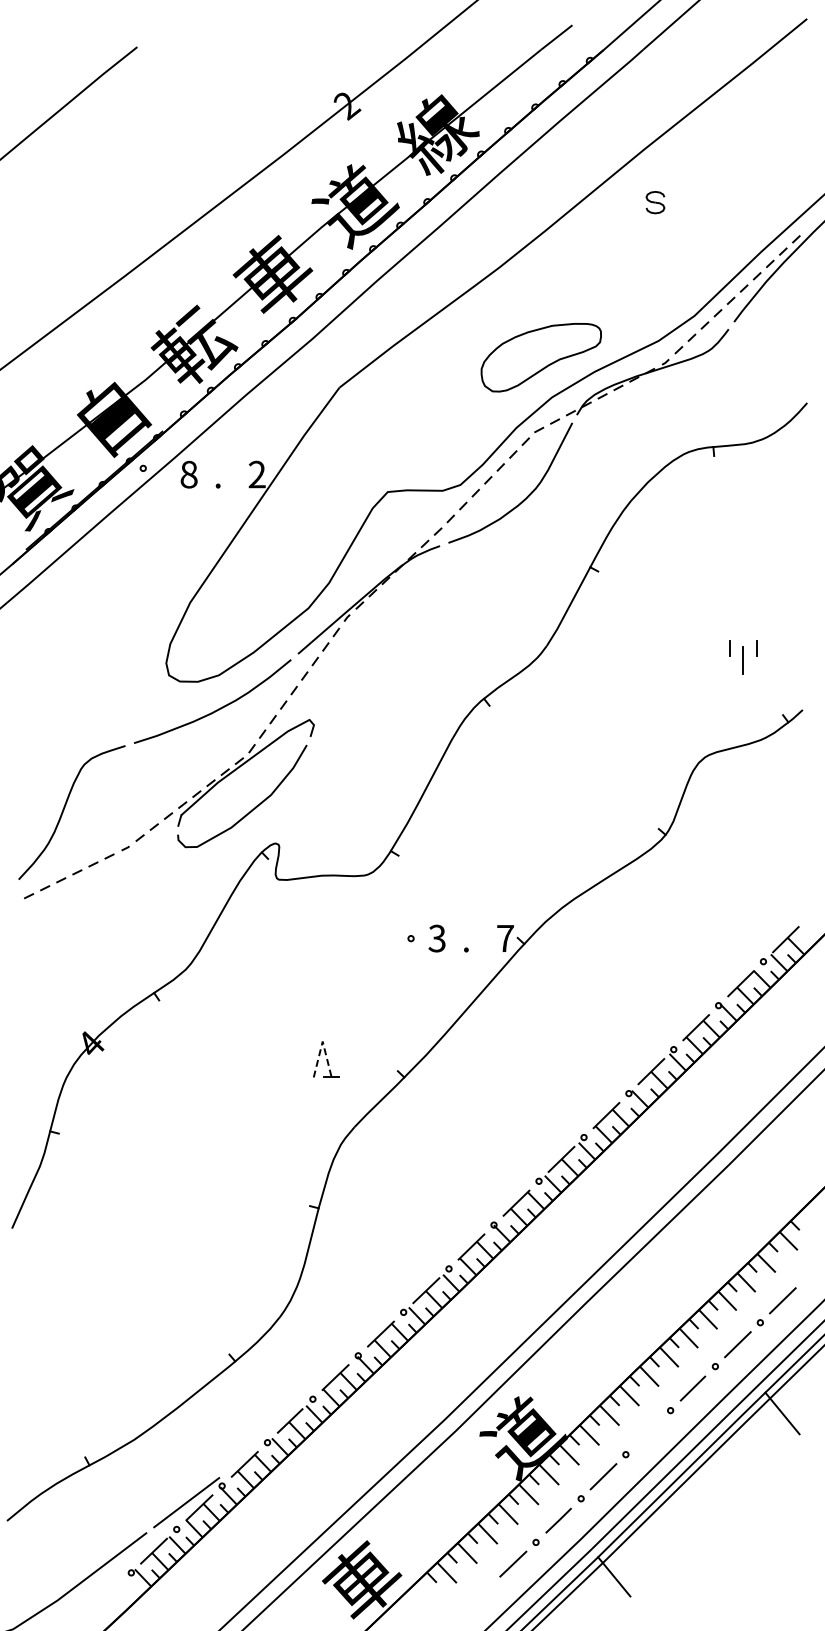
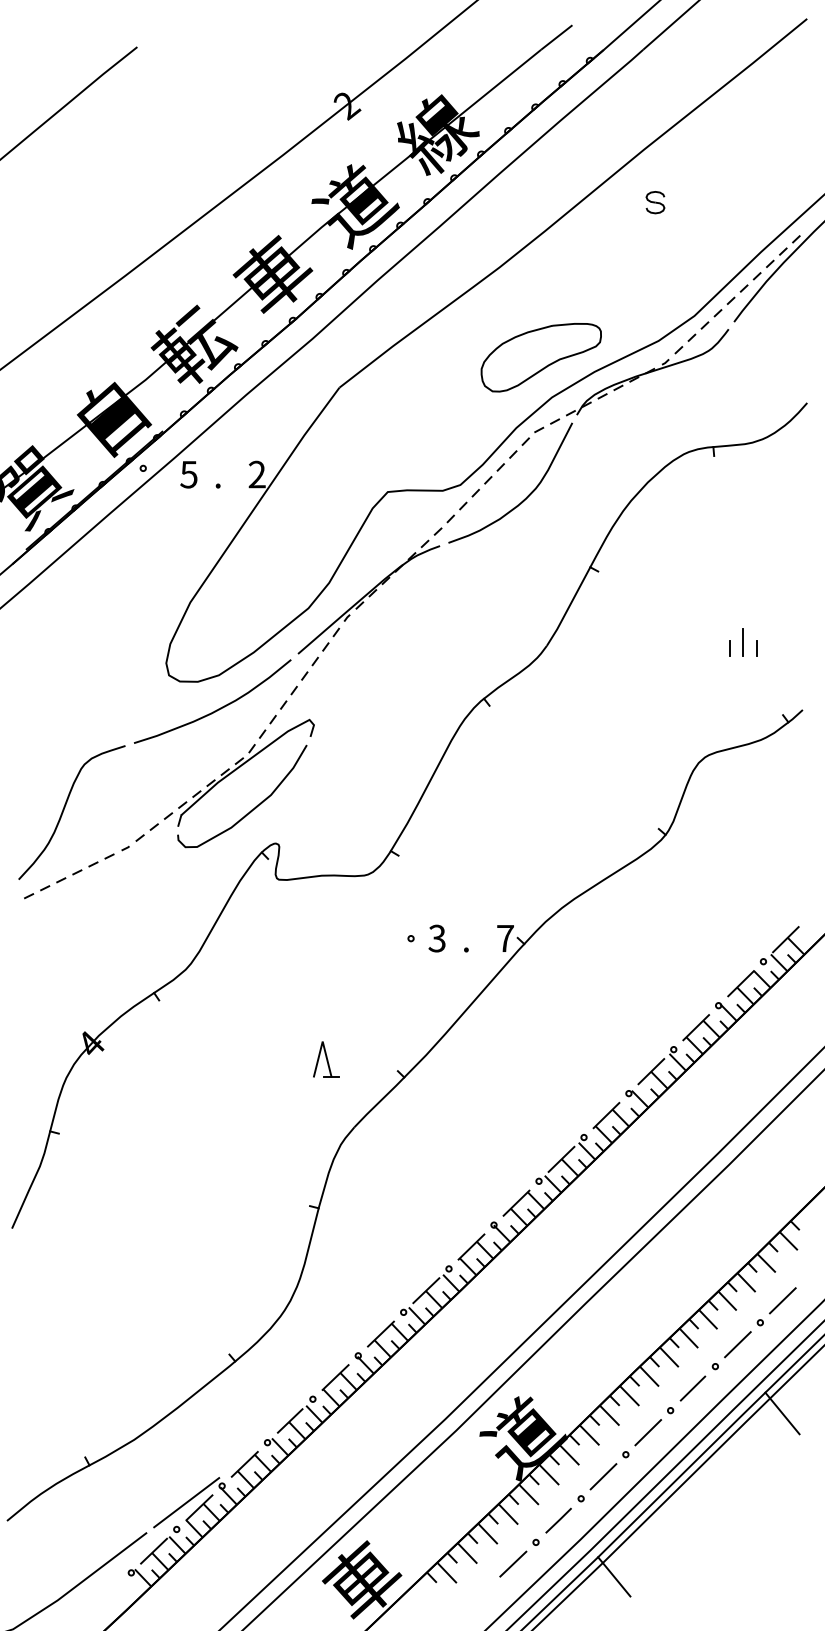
text at (188, 474): 8 -> 5
line at (742, 660) position: (742, 660) -> (742, 642)
line at (322, 1041): dashed -> solid
line at (648, 1432): none -> present
